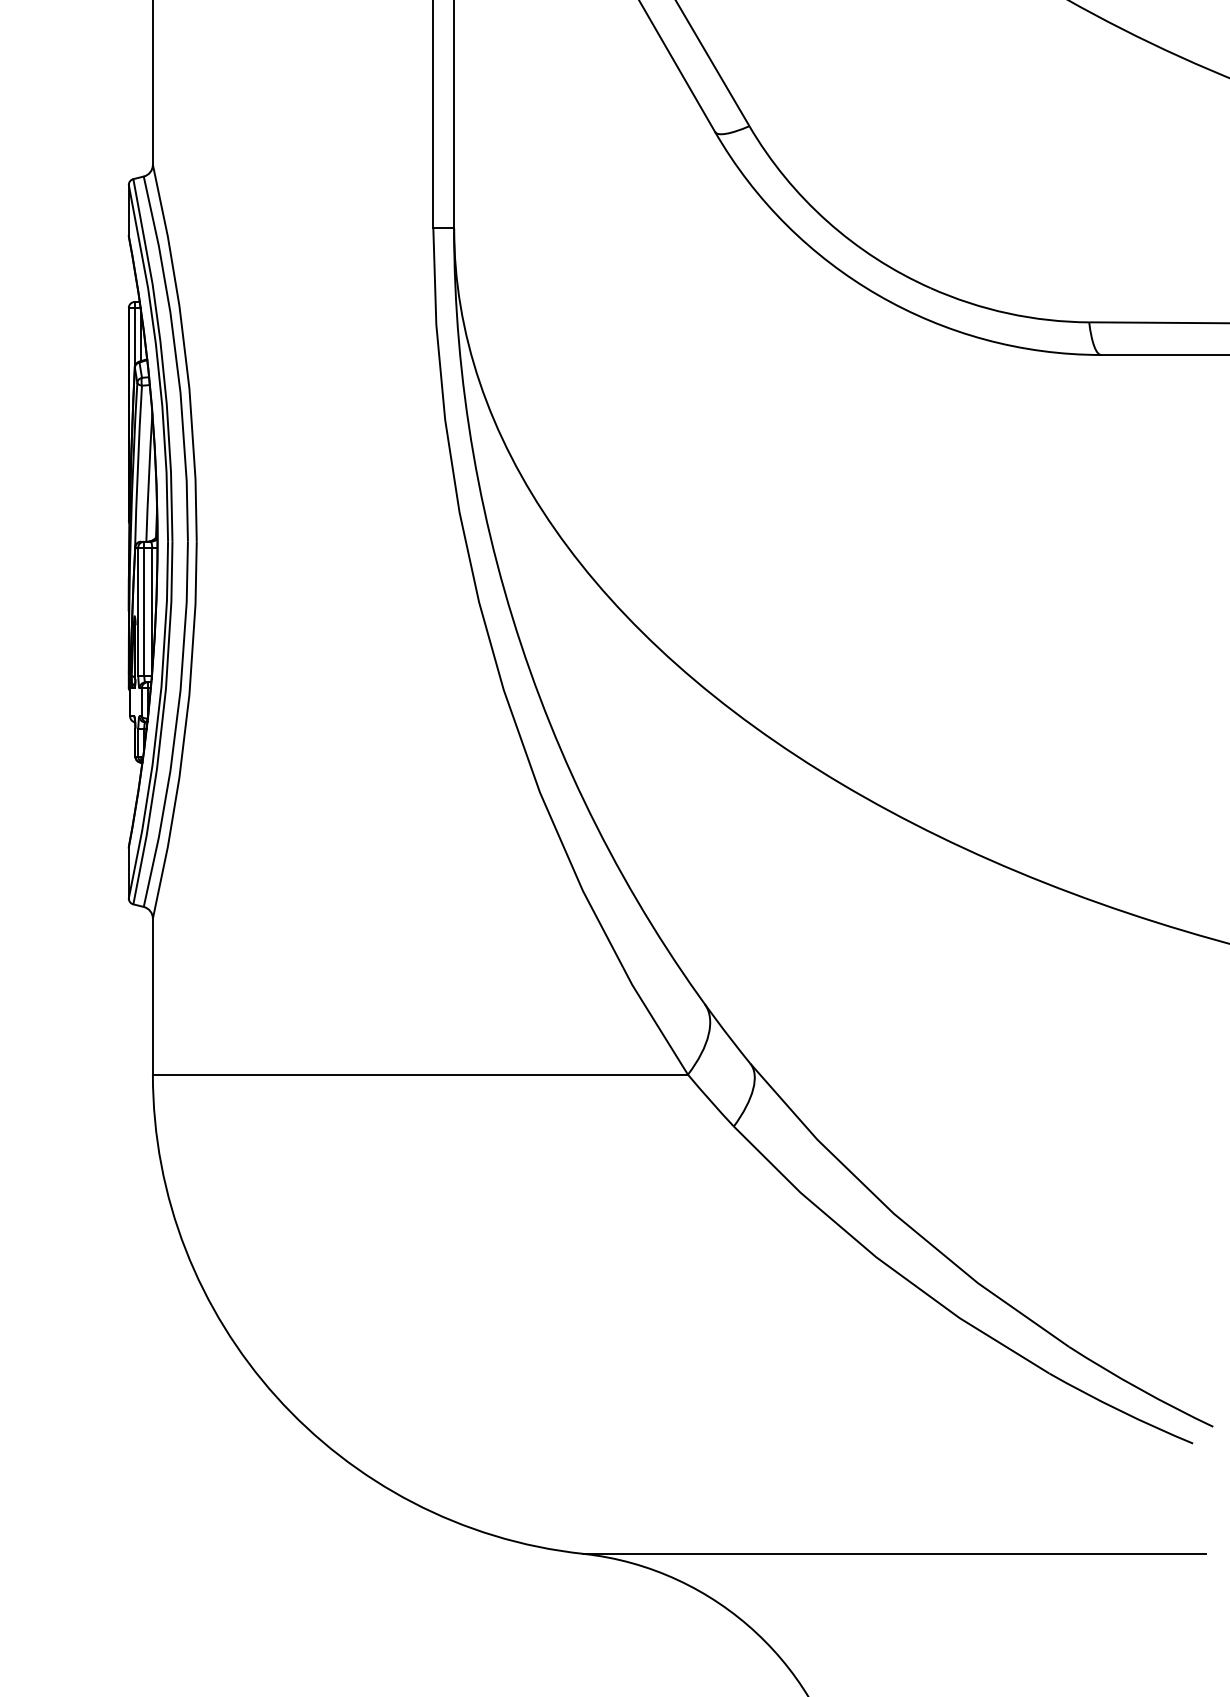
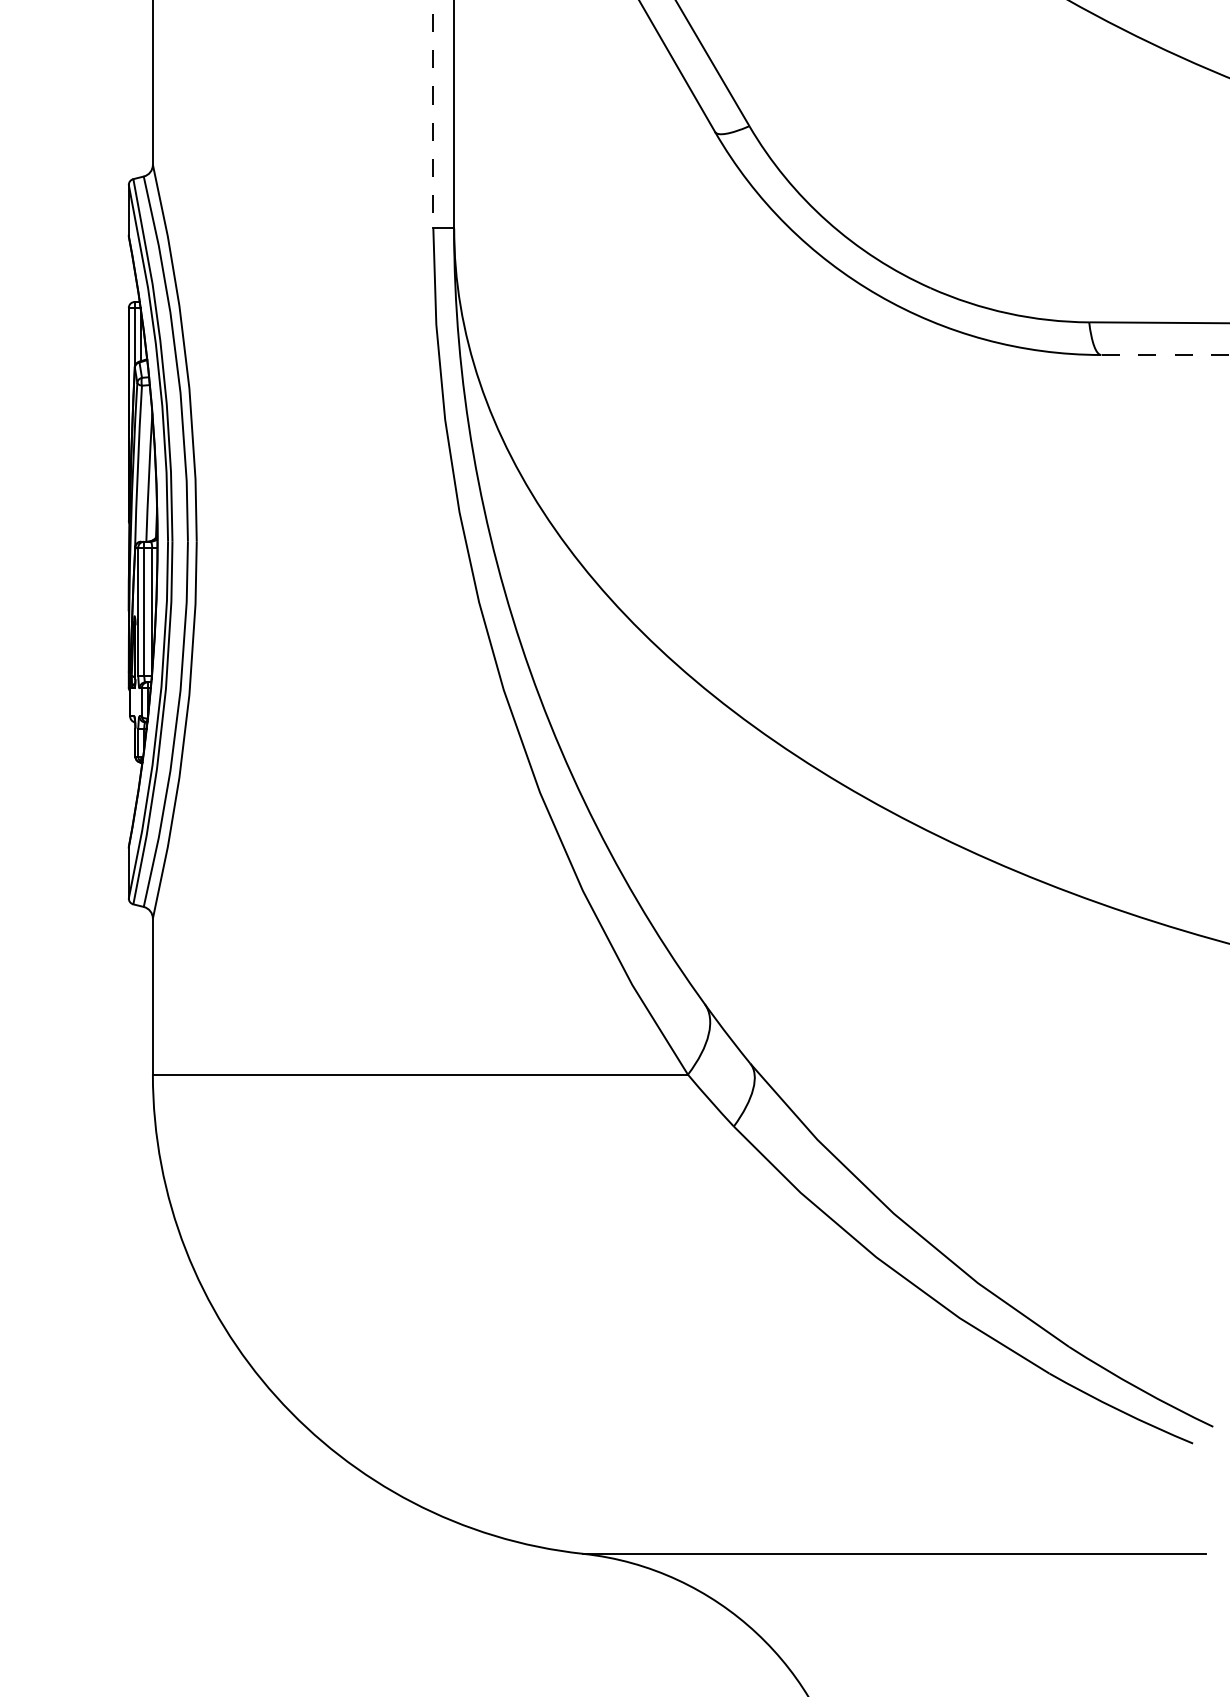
line at (433, 114): solid -> dashed
line at (1165, 355): solid -> dashed
